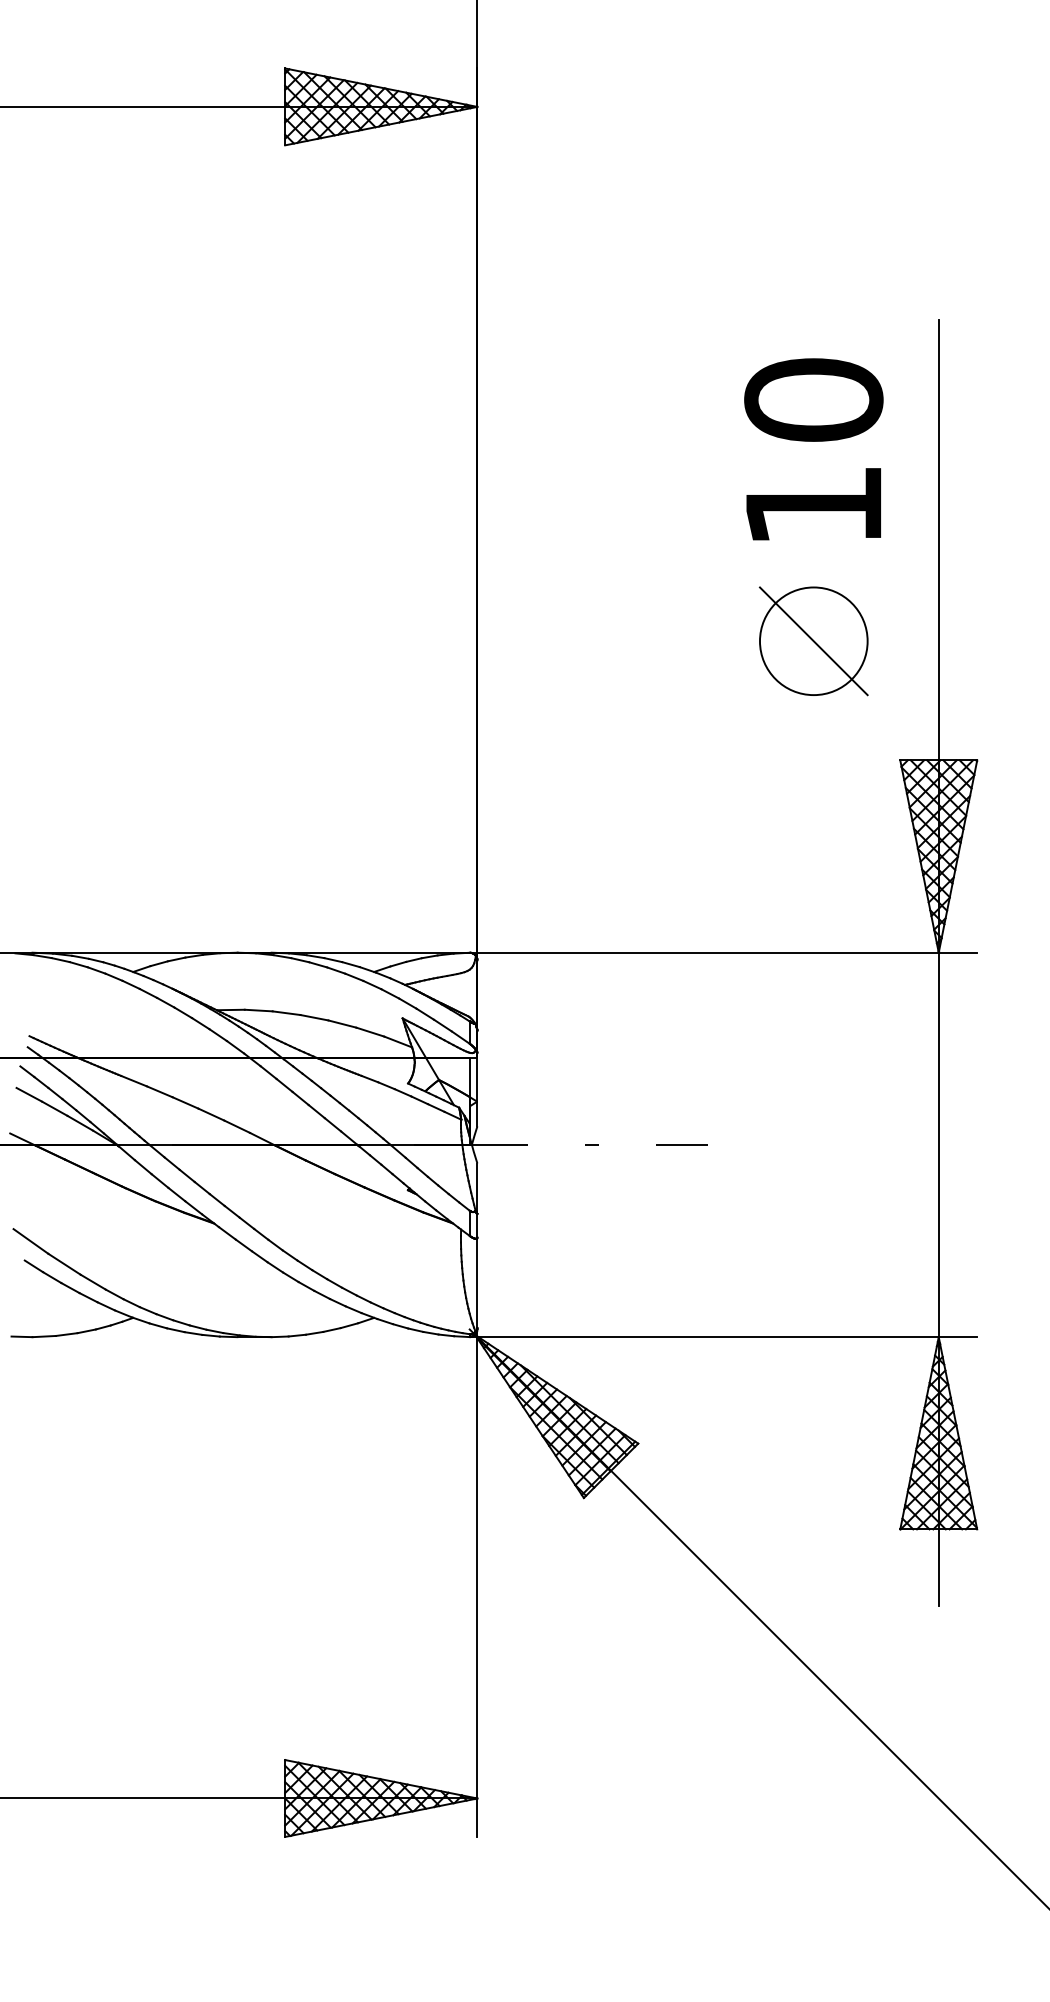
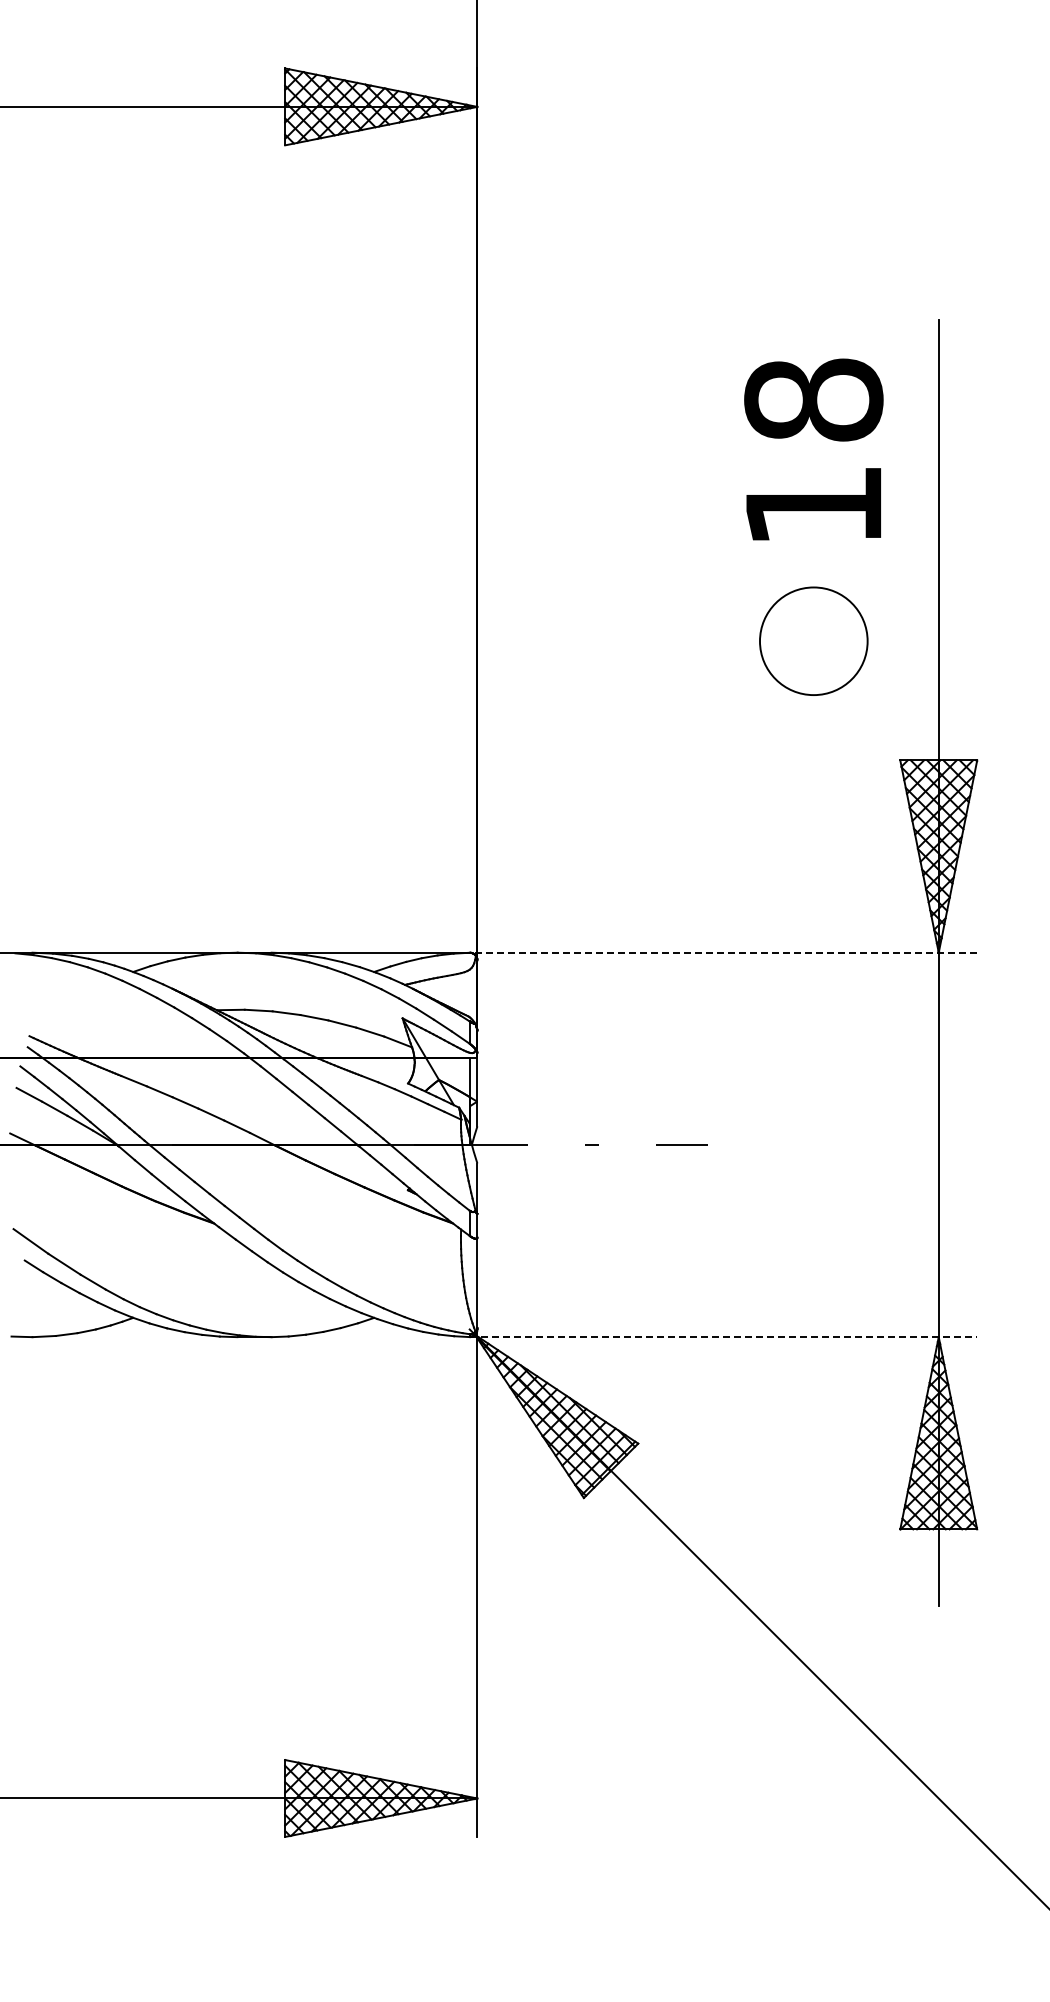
text at (813, 399): 10 -> 18
line at (813, 641): present -> none
line at (723, 952): solid -> dashed
line at (723, 1337): solid -> dashed
